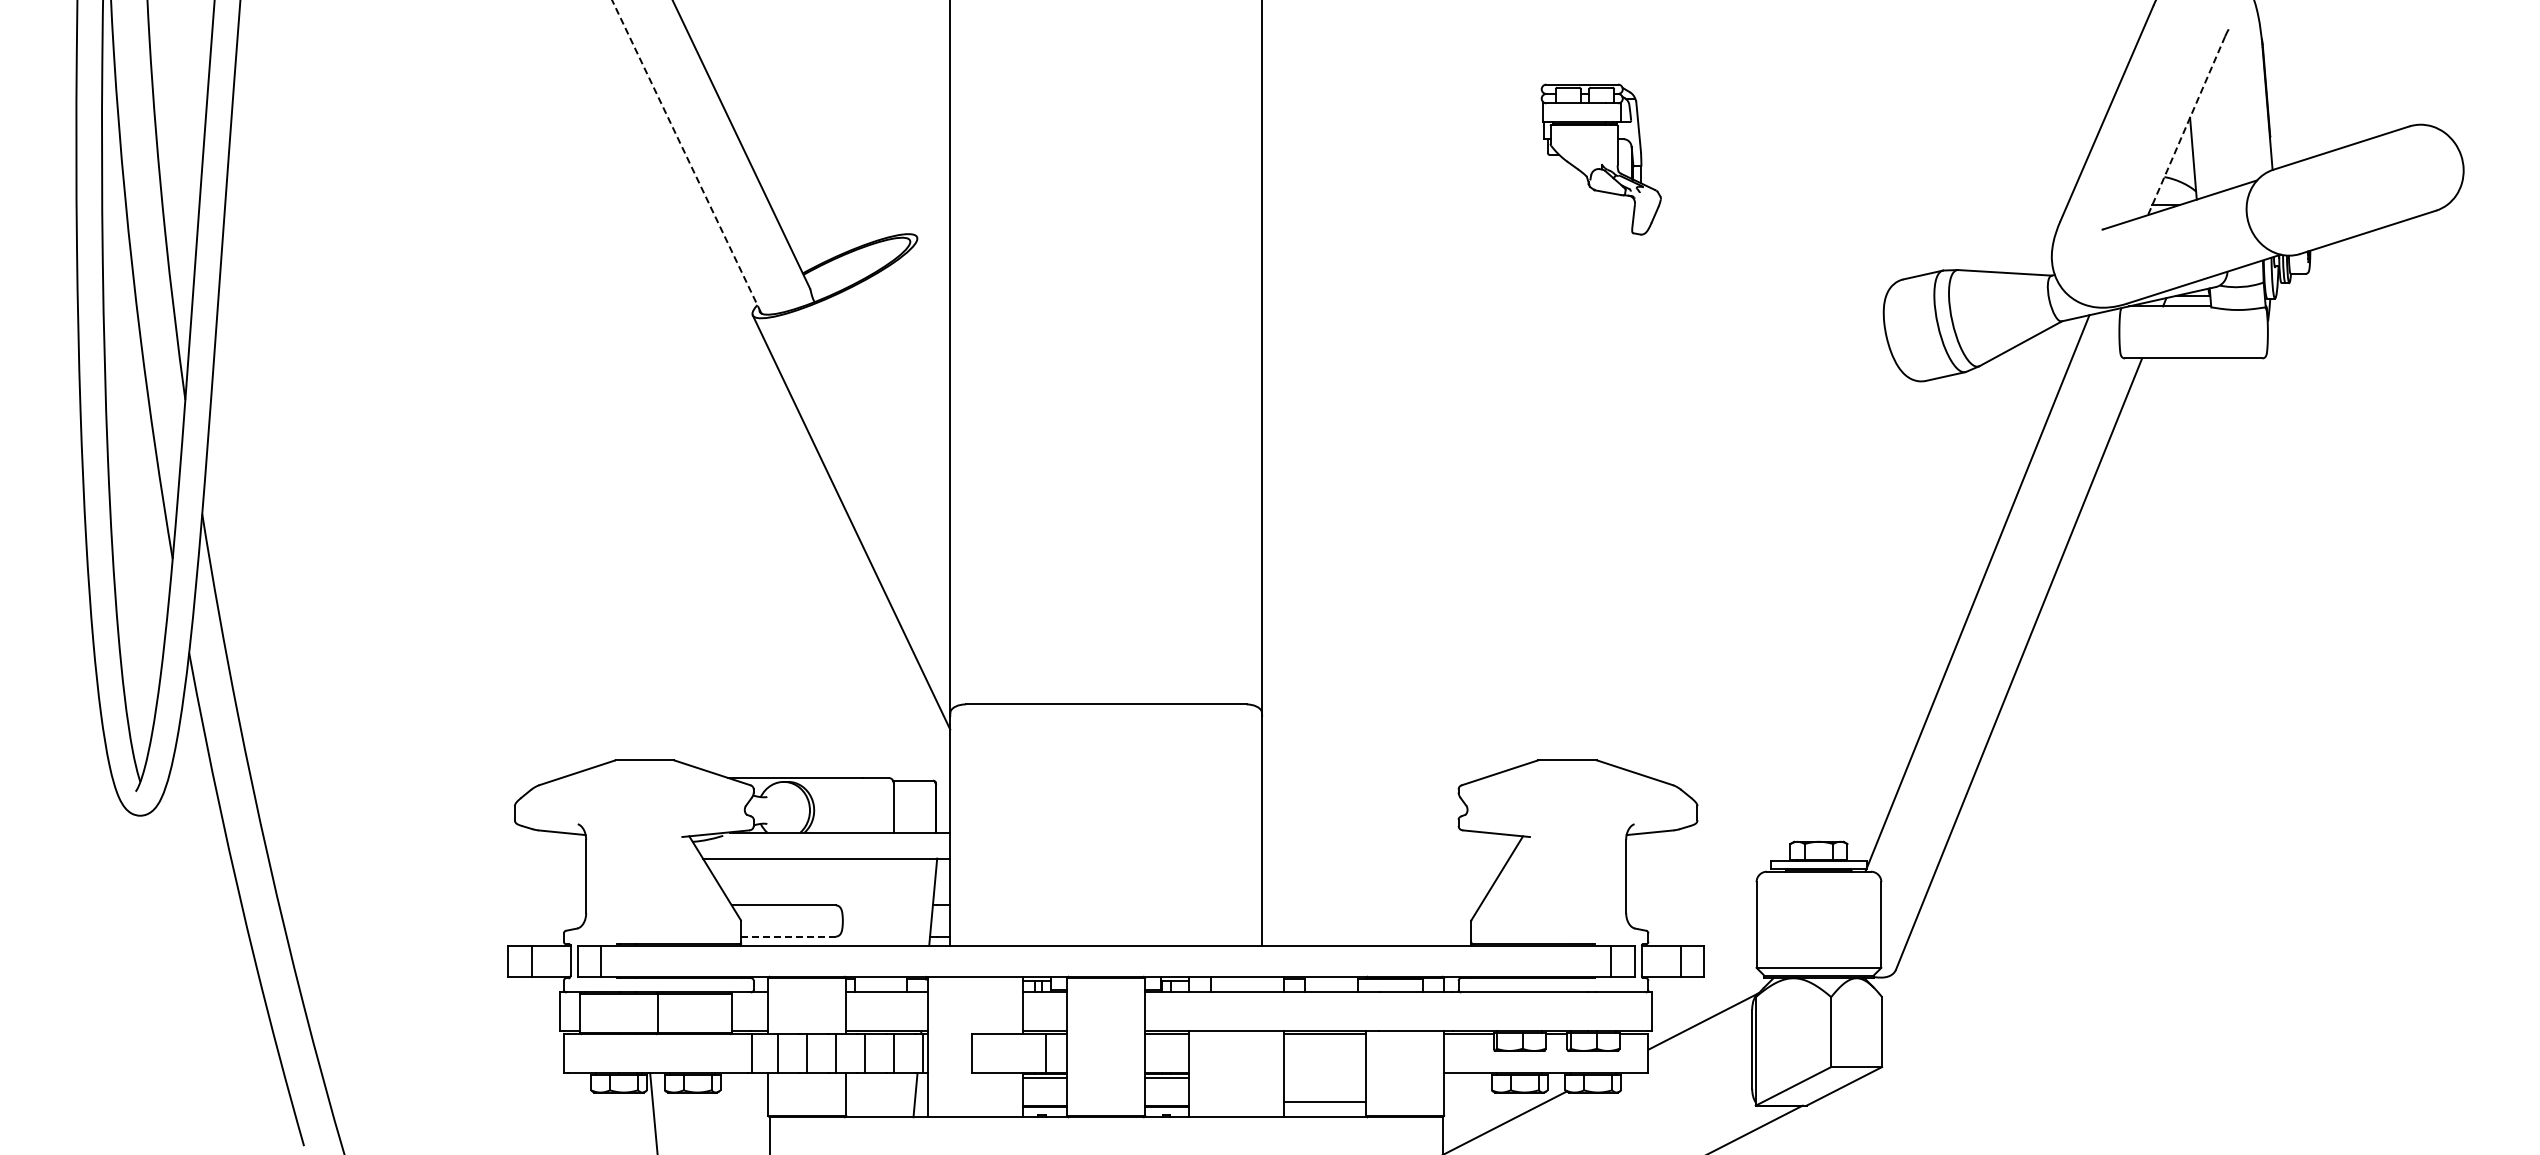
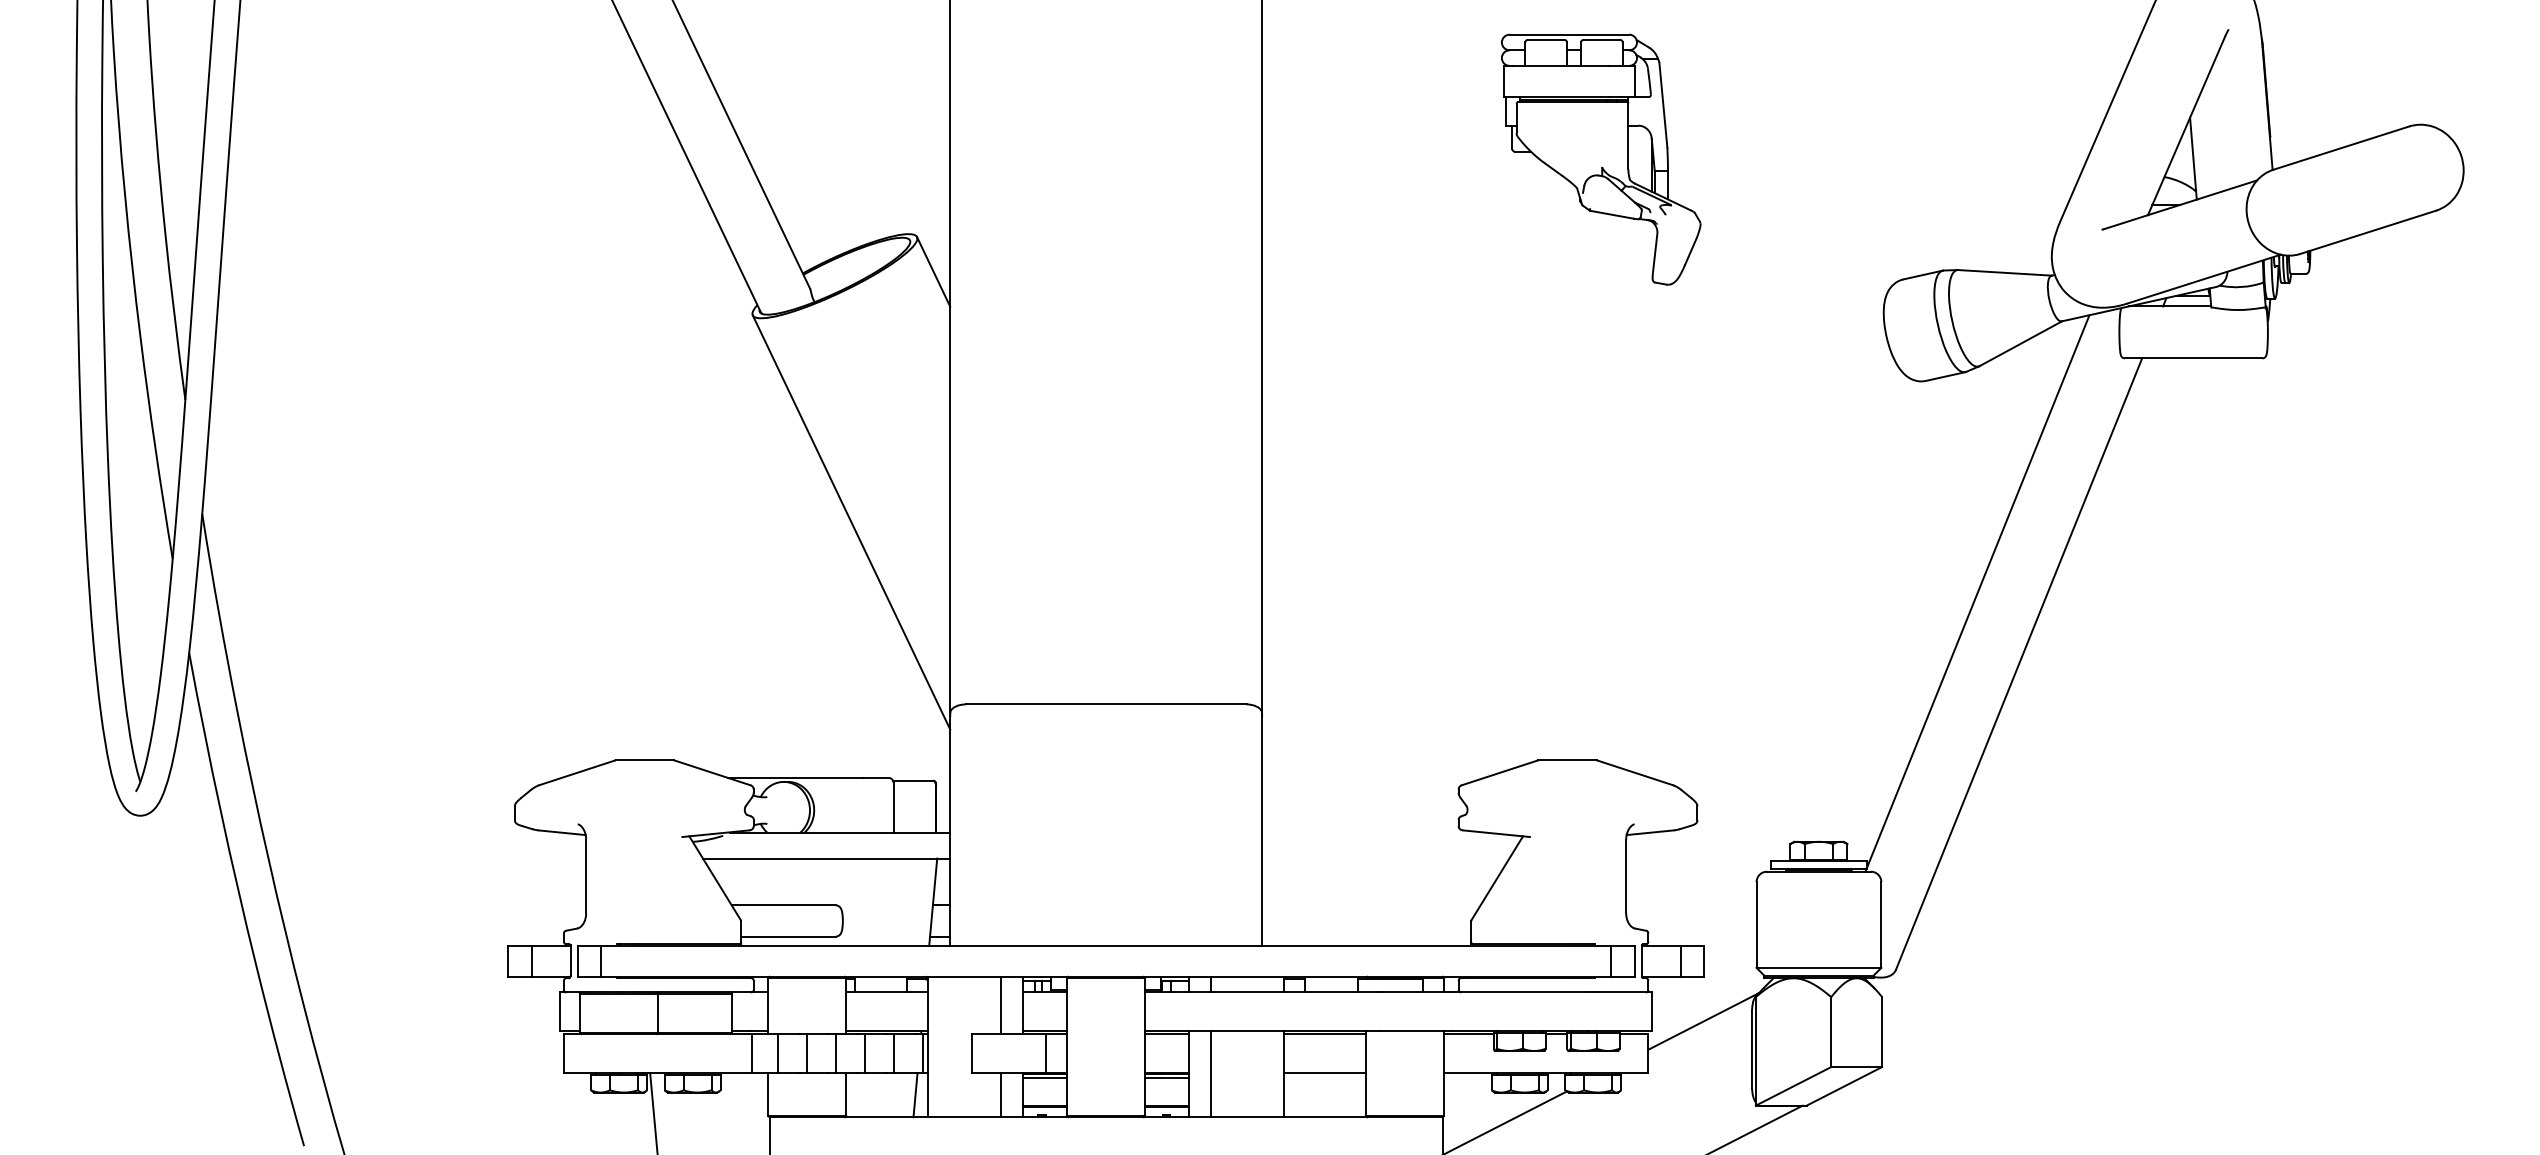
line at (2186, 126): dashed -> solid
line at (686, 156): dashed -> solid
part at (1600, 159) size: 122x153 px -> 201x253 px
line at (933, 271): none -> present
line at (789, 936): dashed -> solid
line at (1001, 1005): none -> present
line at (1210, 1074): none -> present
line at (1001, 1095): none -> present
line at (1325, 1102) position: (1325, 1102) -> (1325, 1073)
